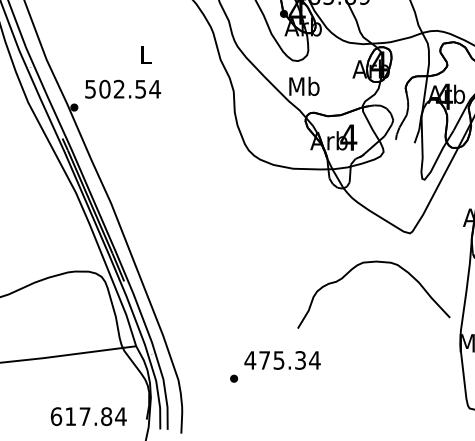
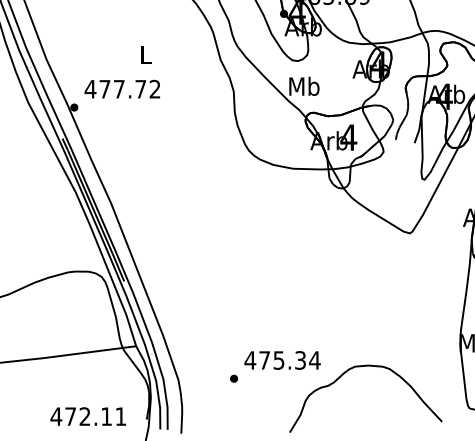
text at (122, 88): 502.54 -> 477.72
curve at (368, 263) position: (368, 263) -> (360, 367)
text at (88, 416): 617.84 -> 472.11
